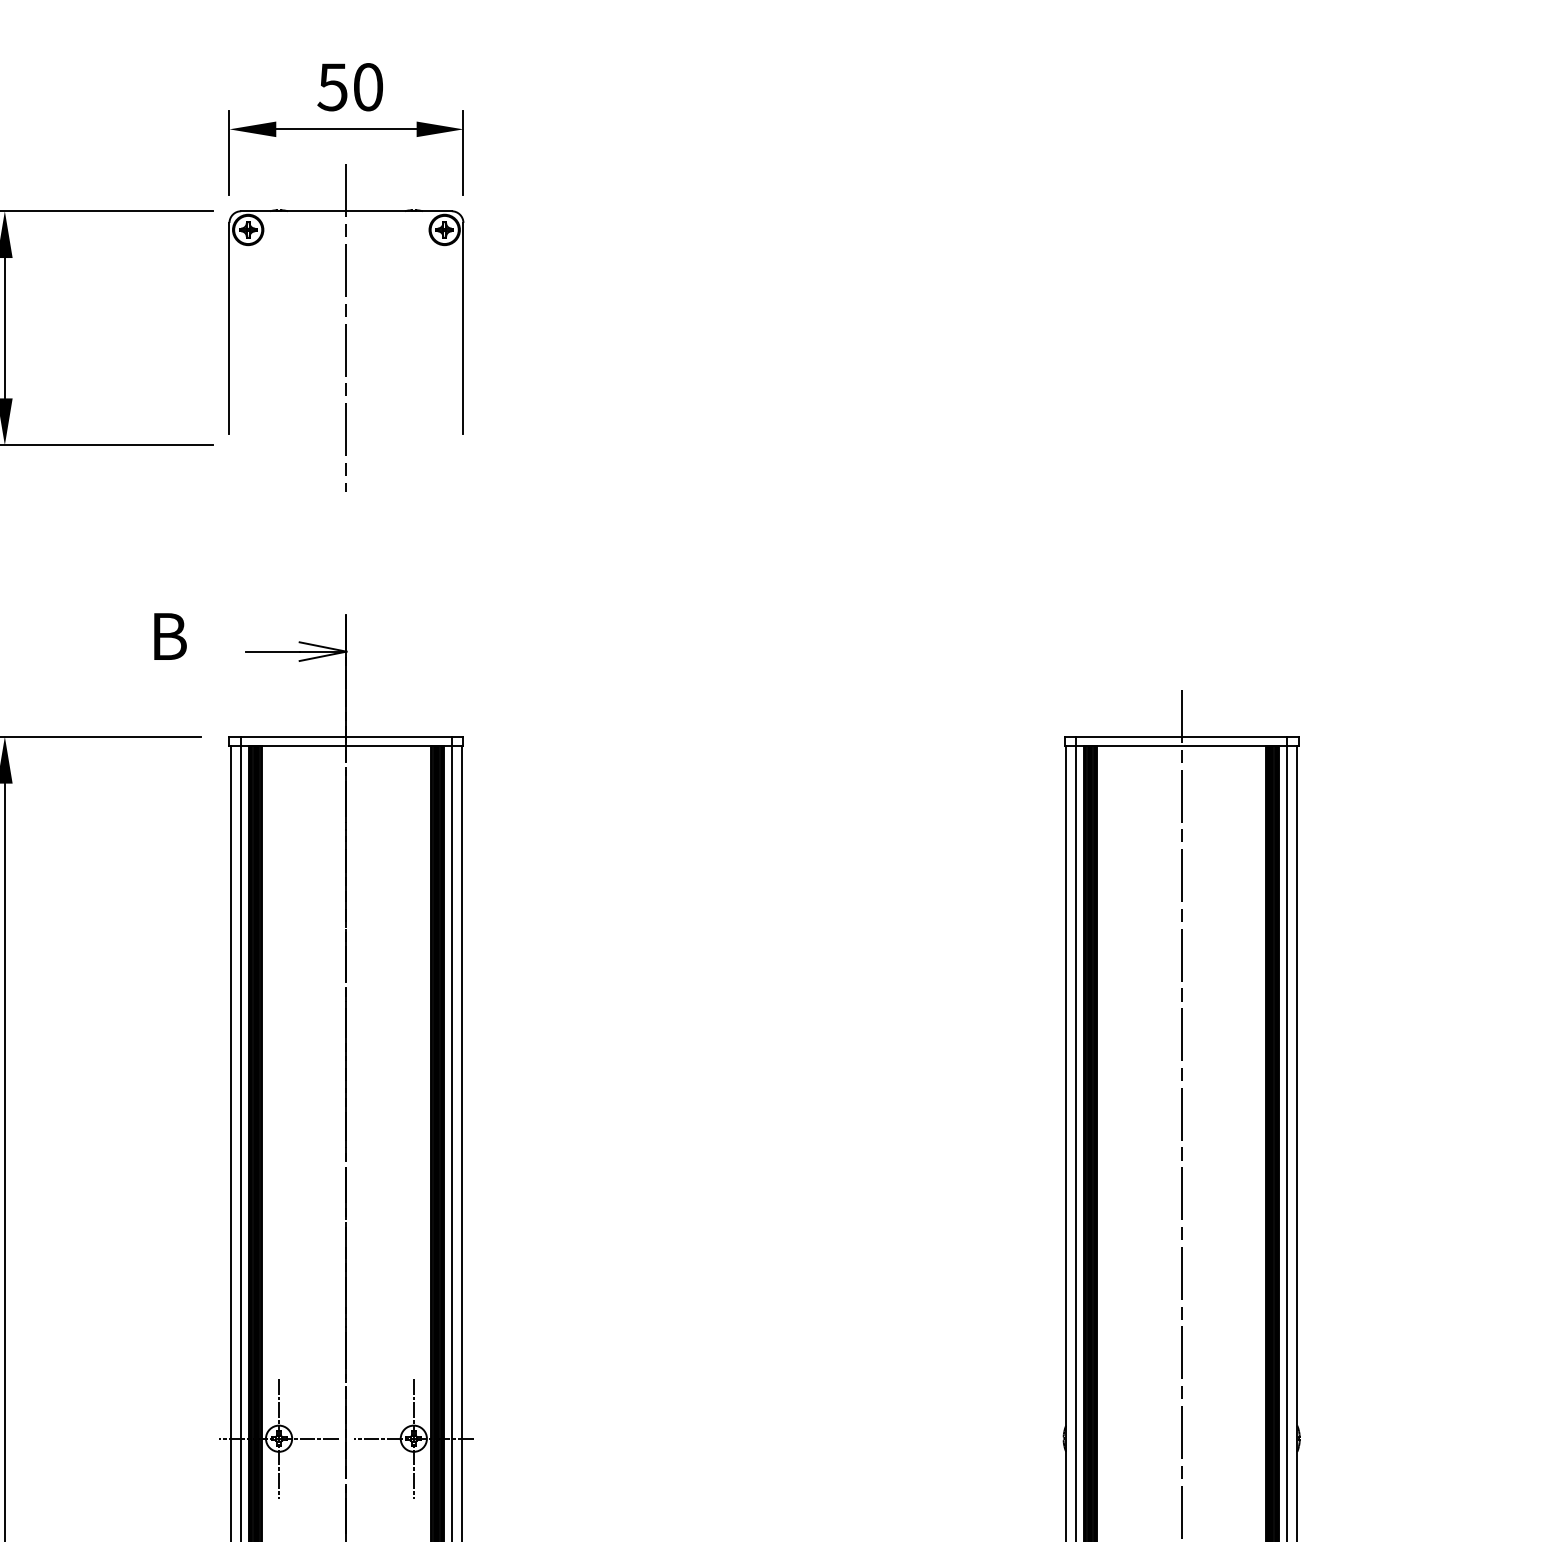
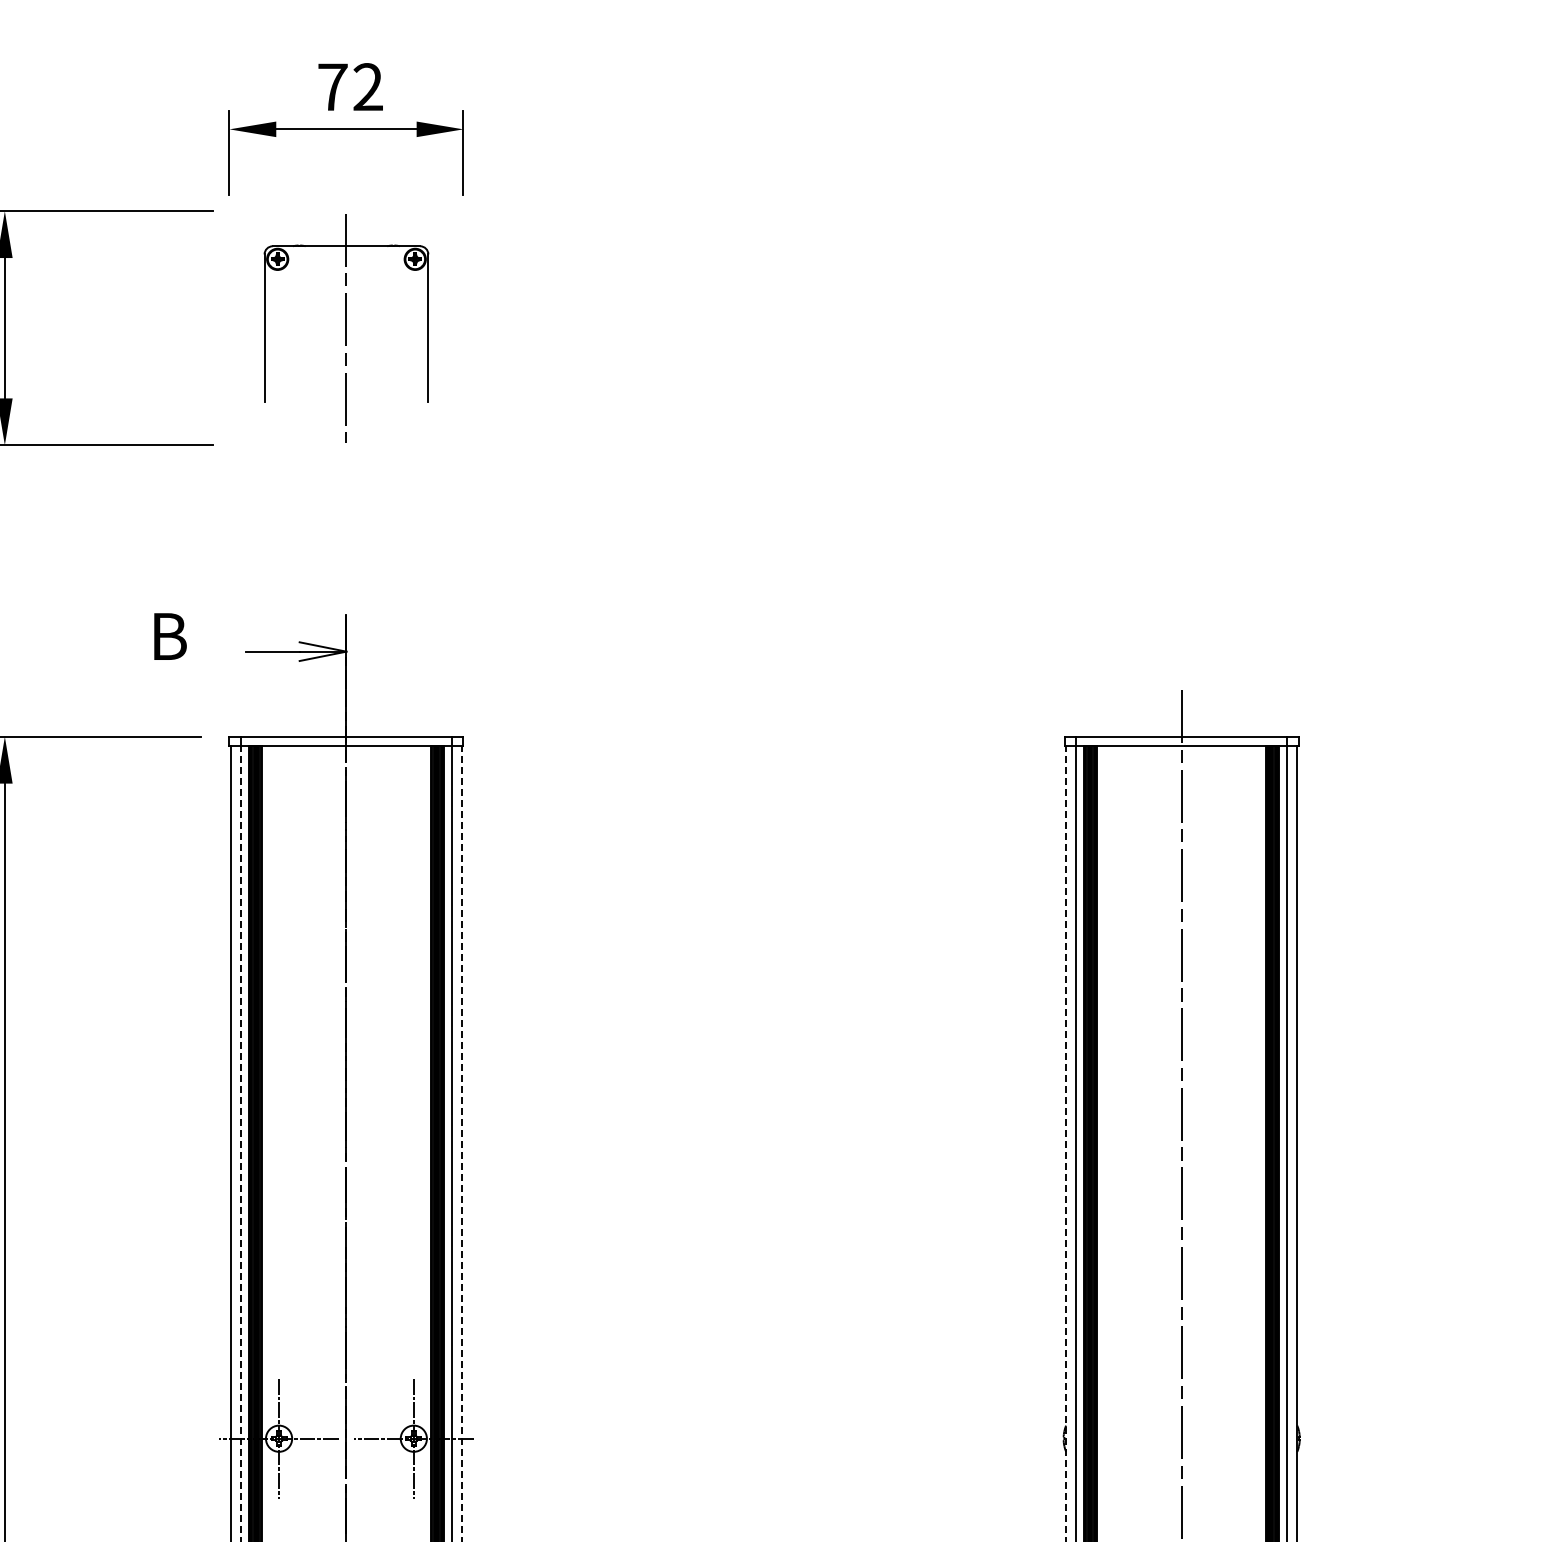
text at (349, 87): 50 -> 72
part at (346, 327) size: 237x328 px -> 167x229 px
line at (241, 1143): solid -> dashed
line at (462, 1143): solid -> dashed
line at (1066, 1143): solid -> dashed
